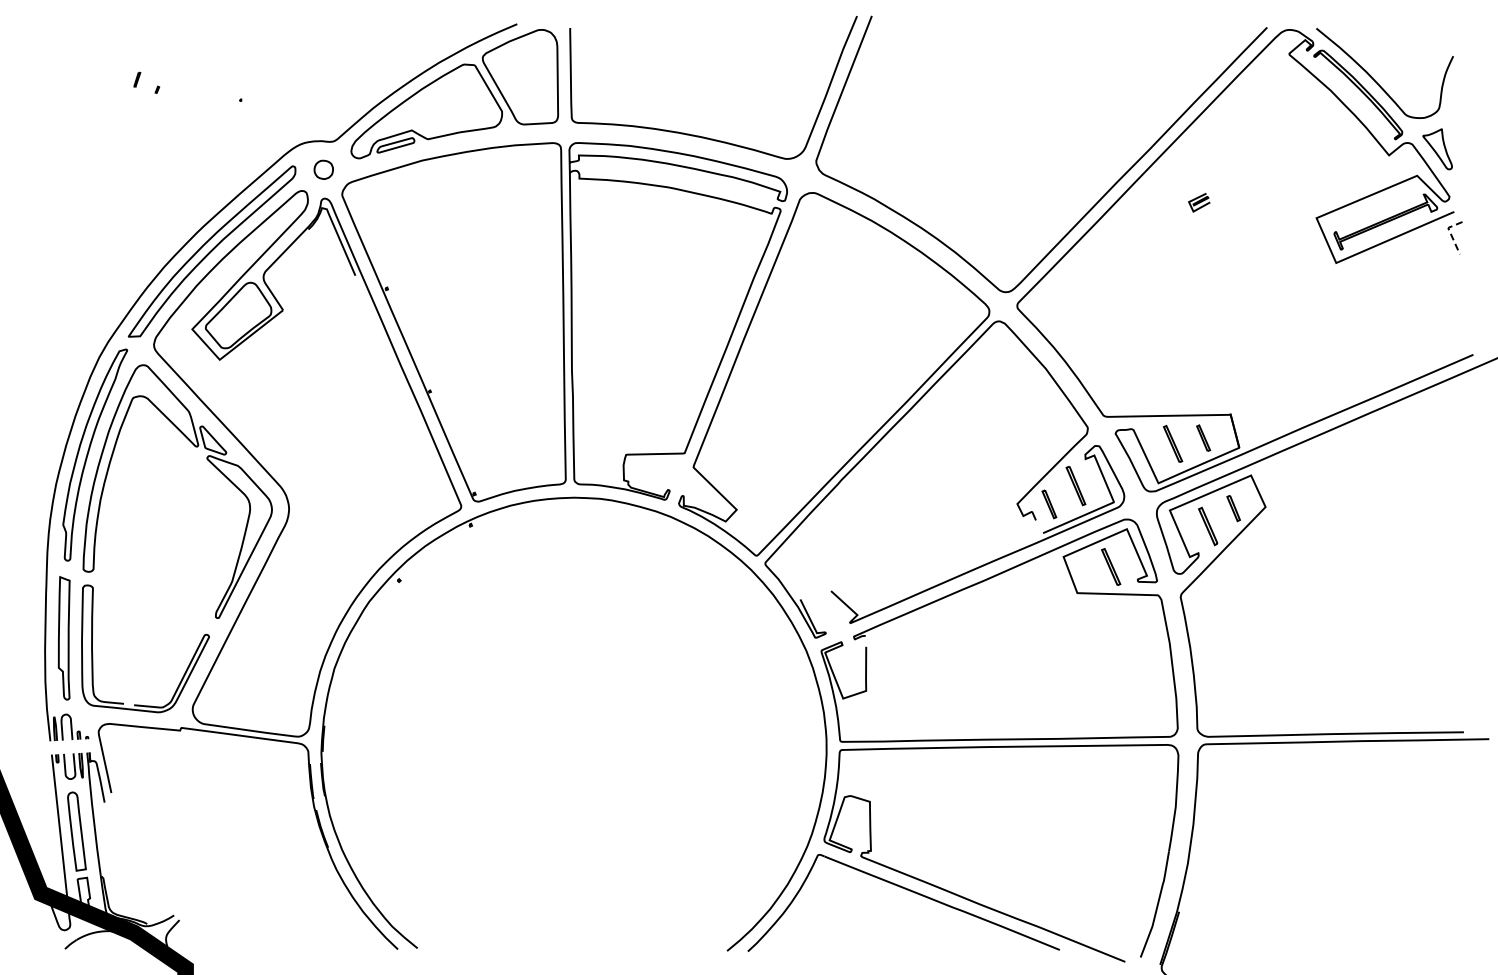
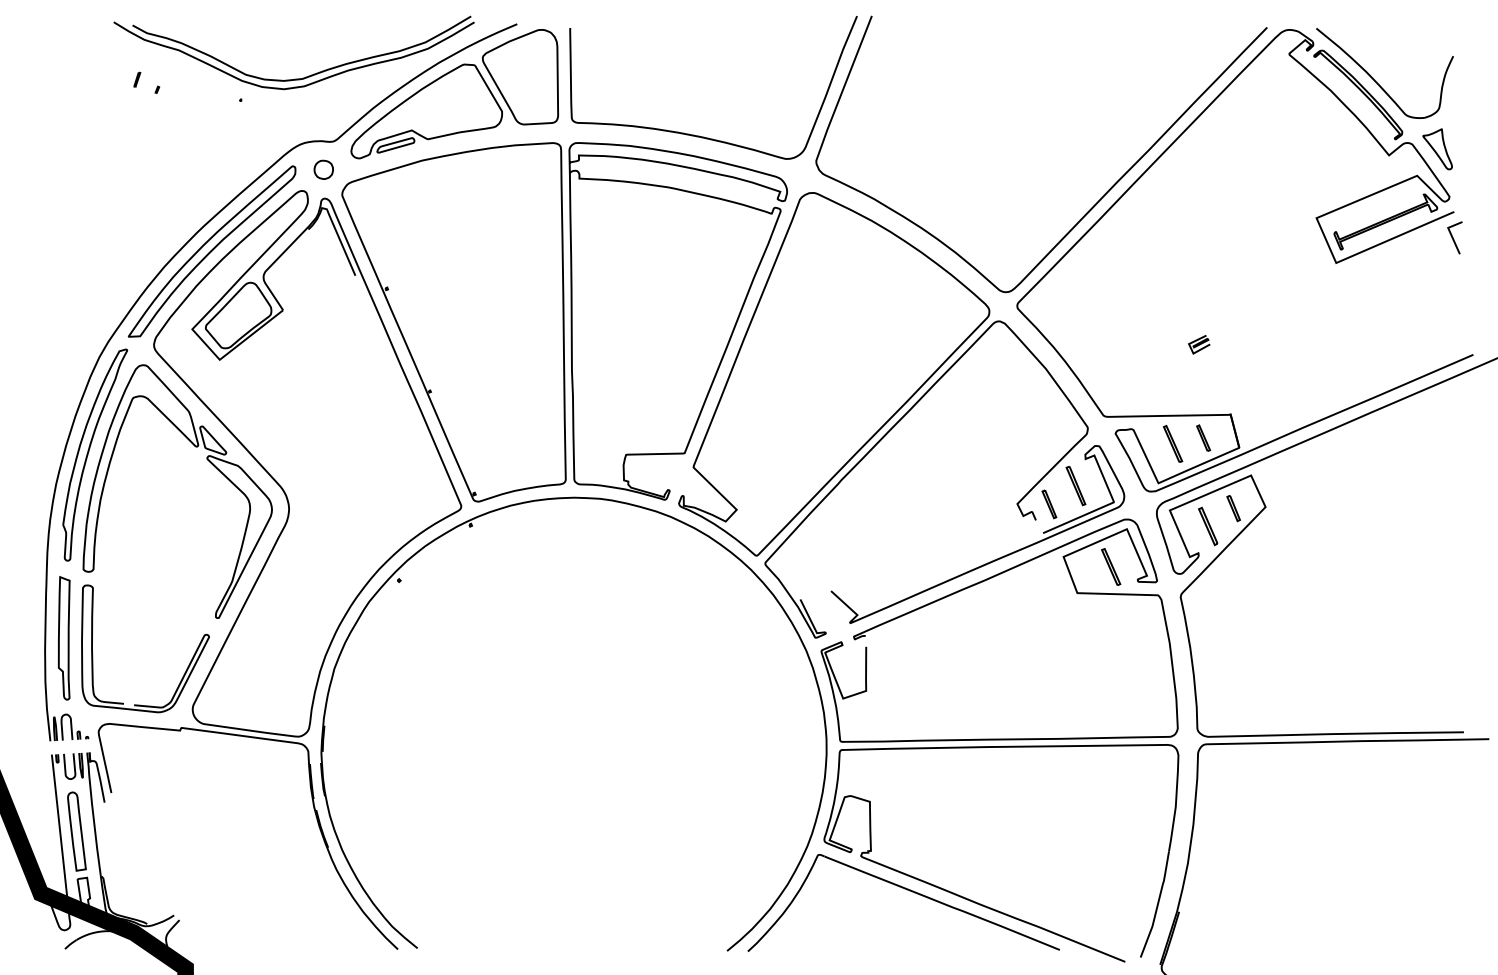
part at (294, 78): none -> present
part at (1199, 202) position: (1199, 202) -> (1199, 344)
line at (1450, 233): dashed -> solid
